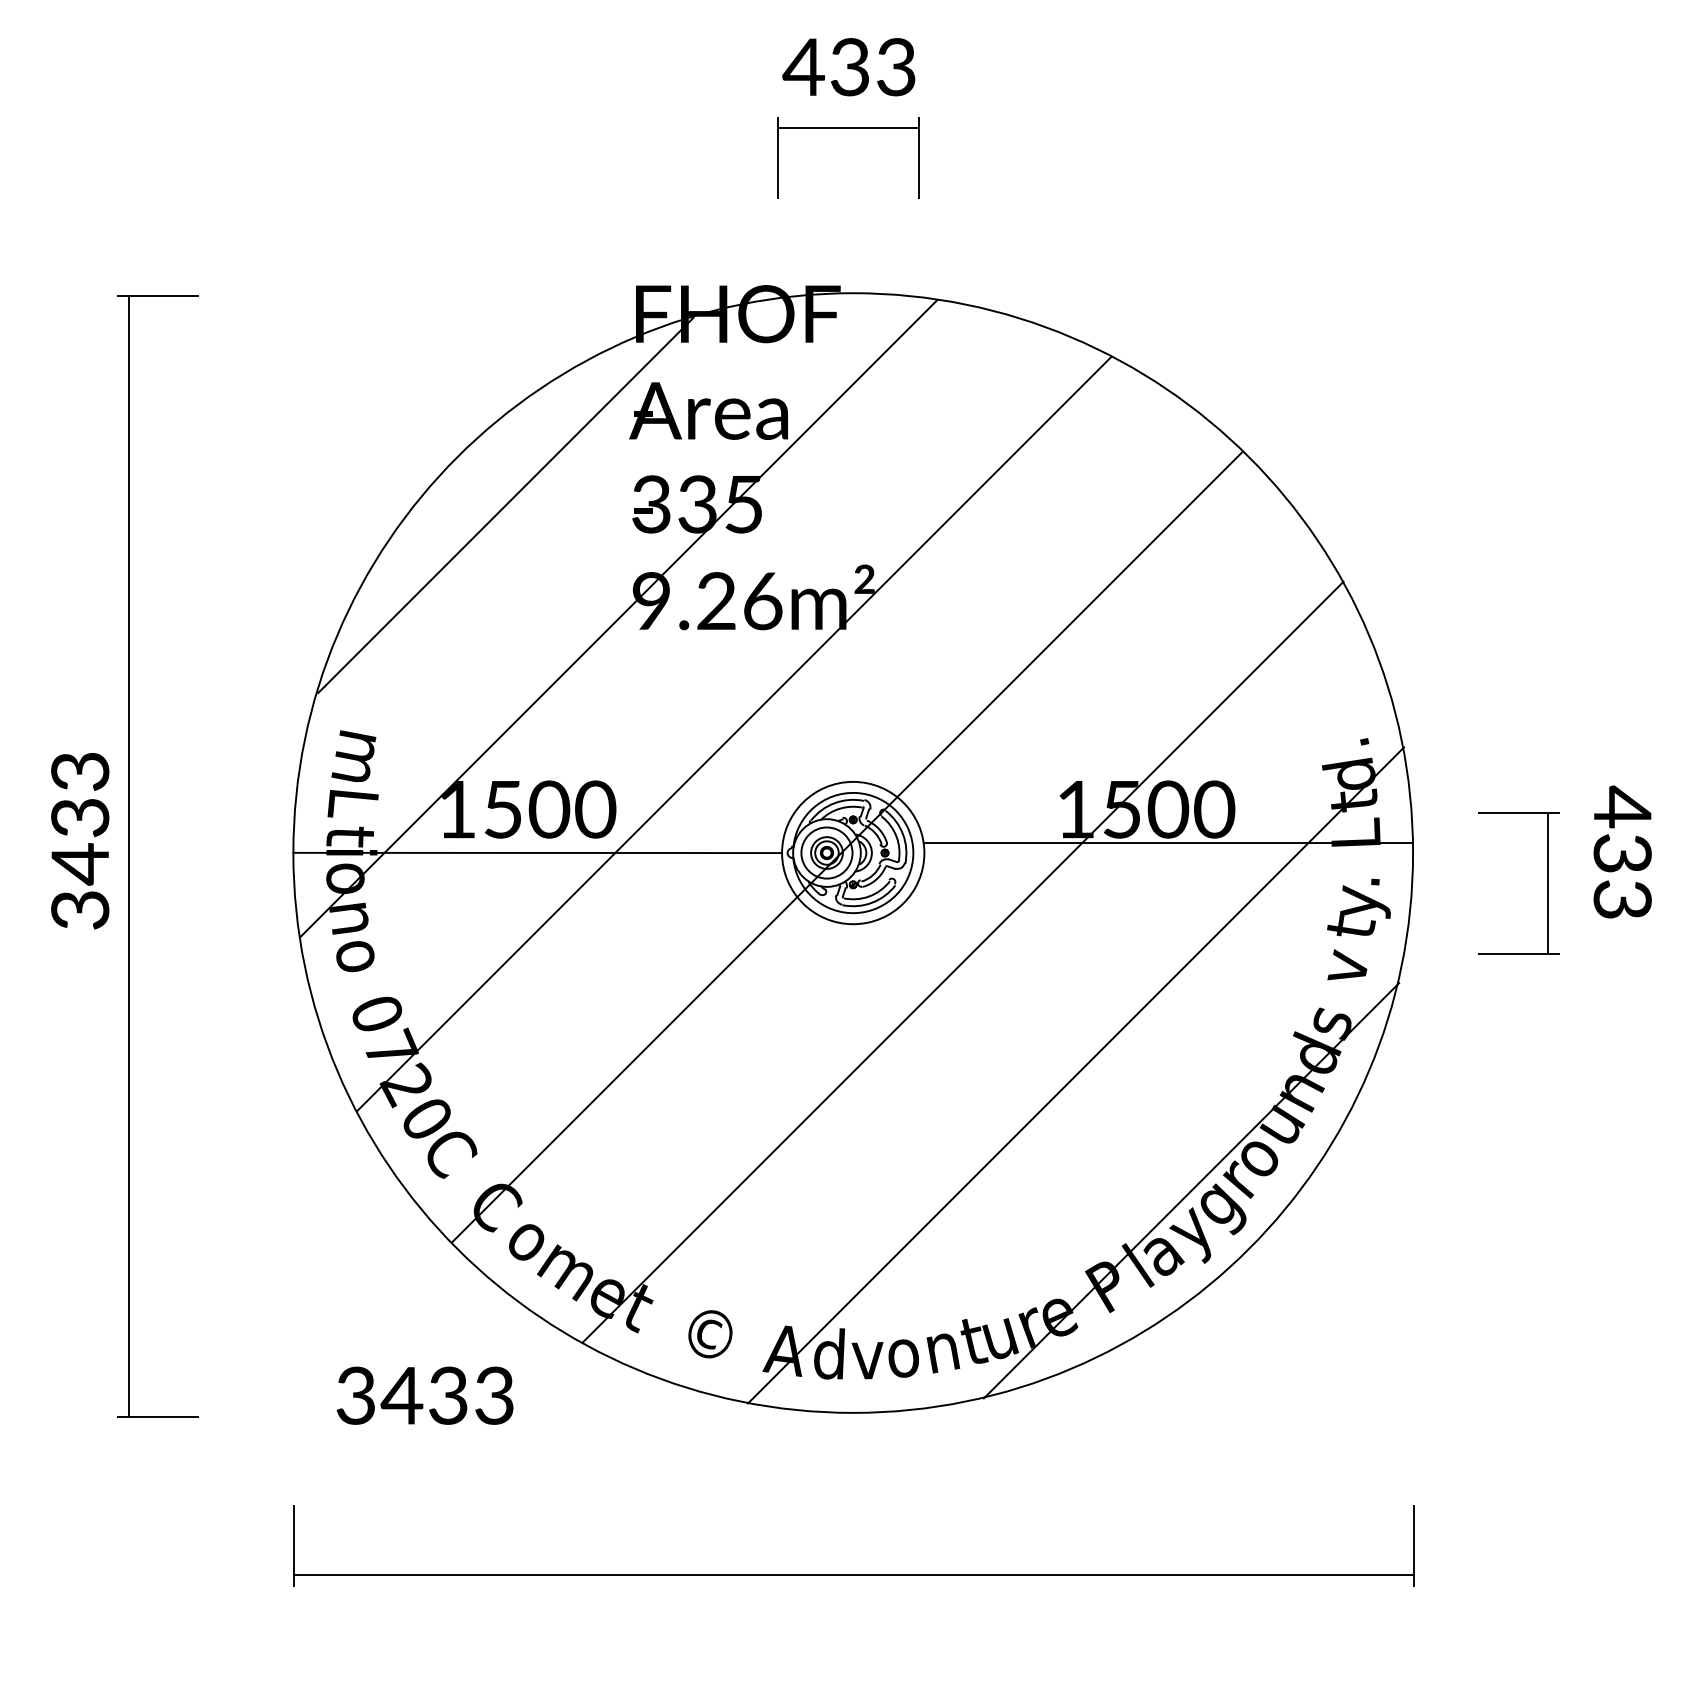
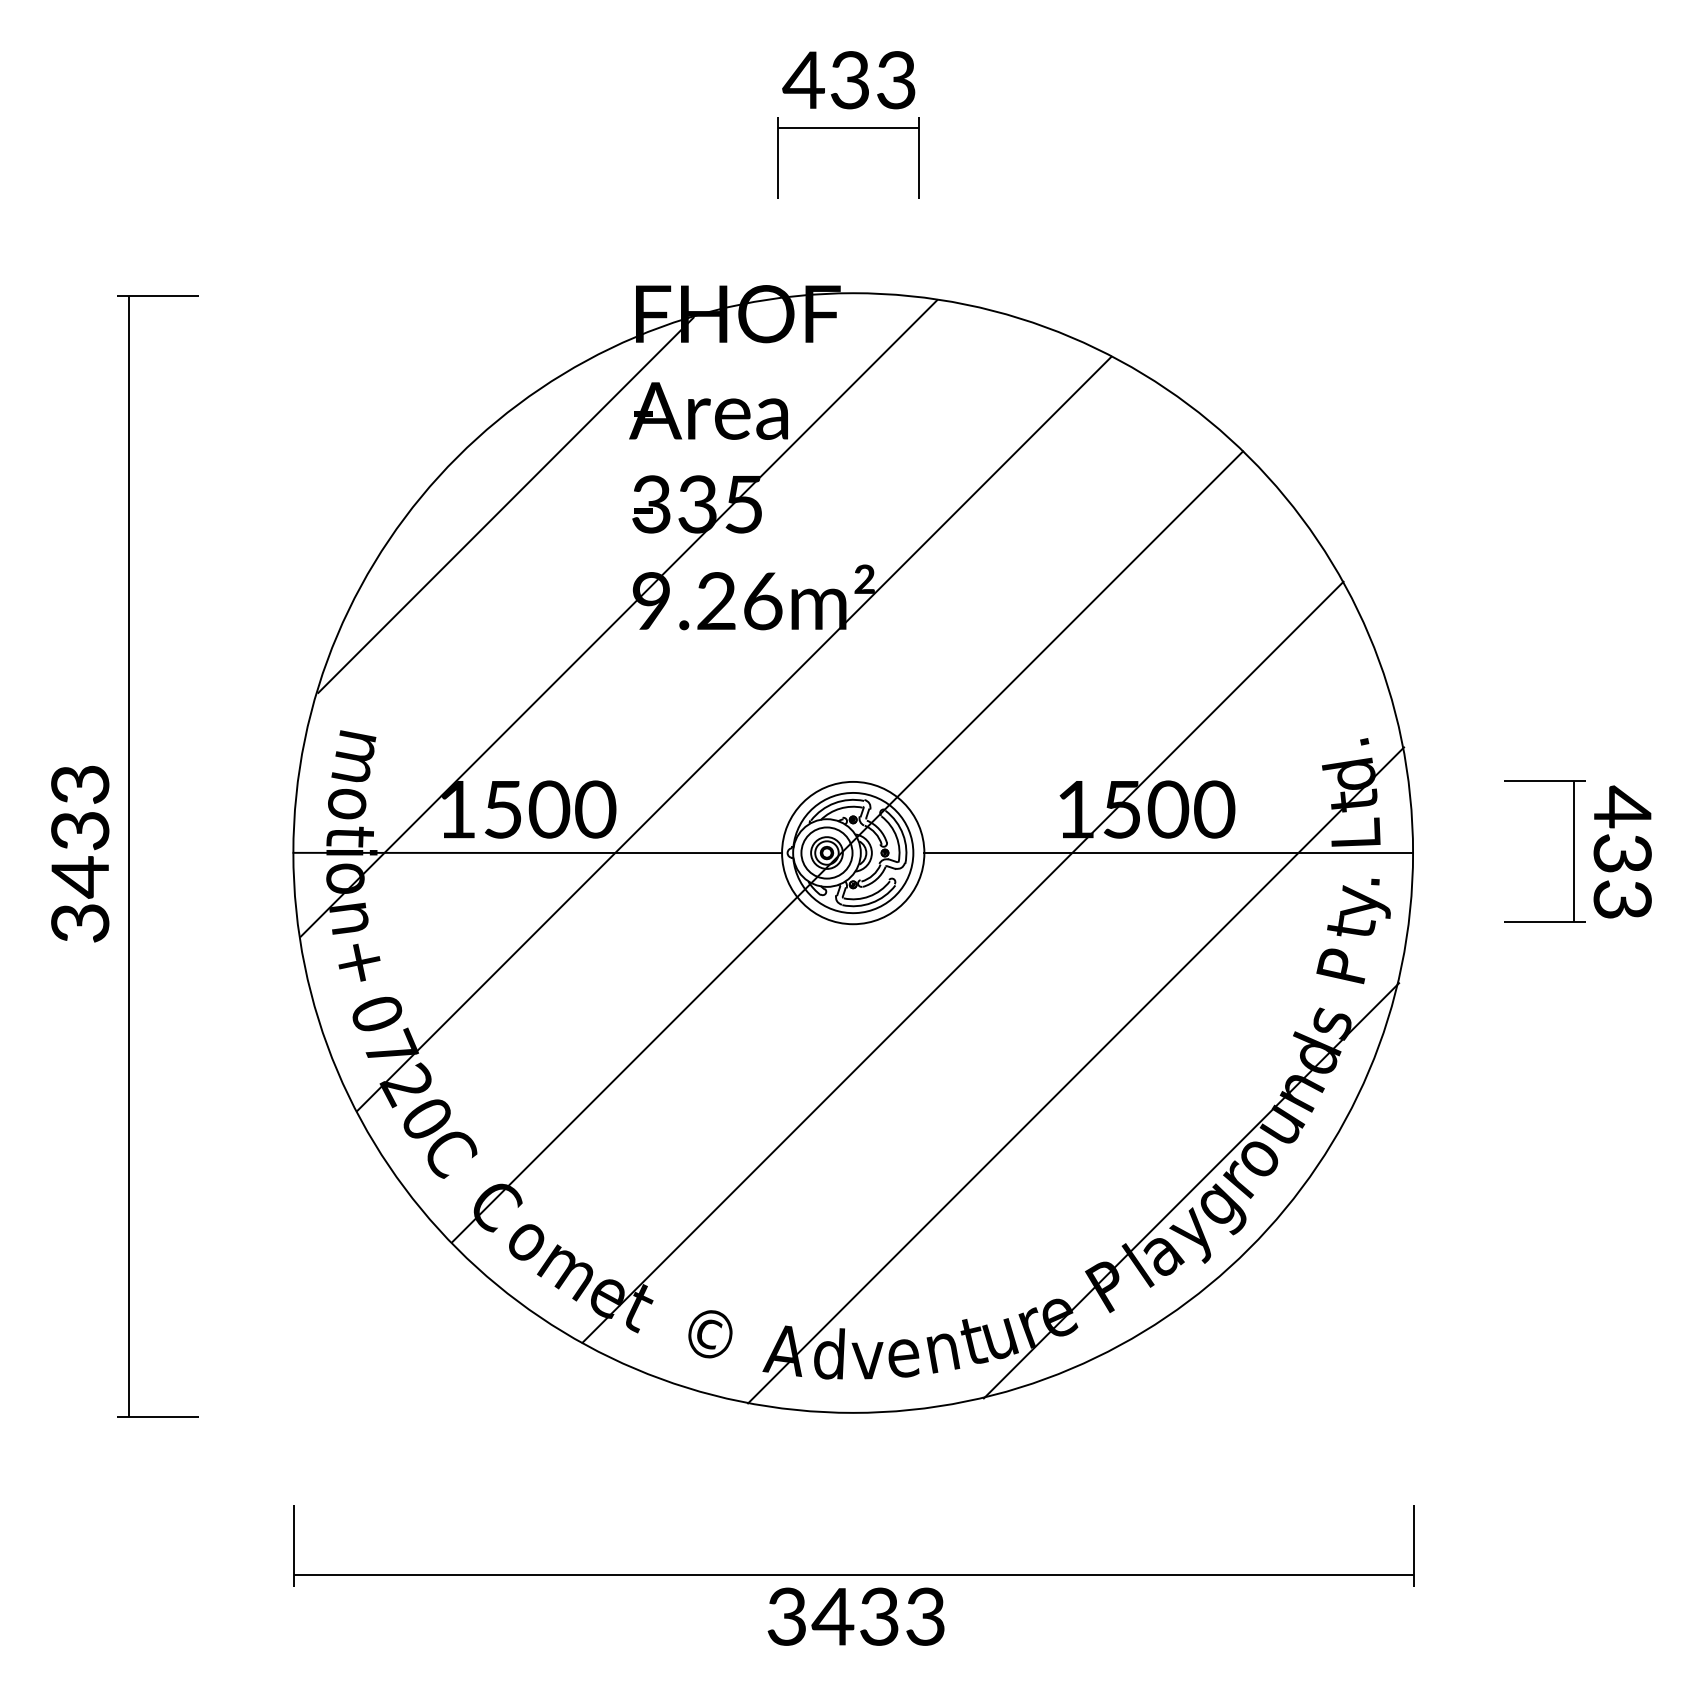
text at (848, 67) position: (848, 67) -> (848, 80)
text at (352, 803): L -> o
text at (80, 841) position: (80, 841) -> (80, 854)
line at (1168, 842) position: (1168, 842) -> (1168, 852)
part at (1547, 883) position: (1547, 883) -> (1573, 851)
text at (358, 961): o -> +
text at (1341, 966): v -> P
text at (903, 1358): o -> e
text at (424, 1395) position: (424, 1395) -> (855, 1616)
